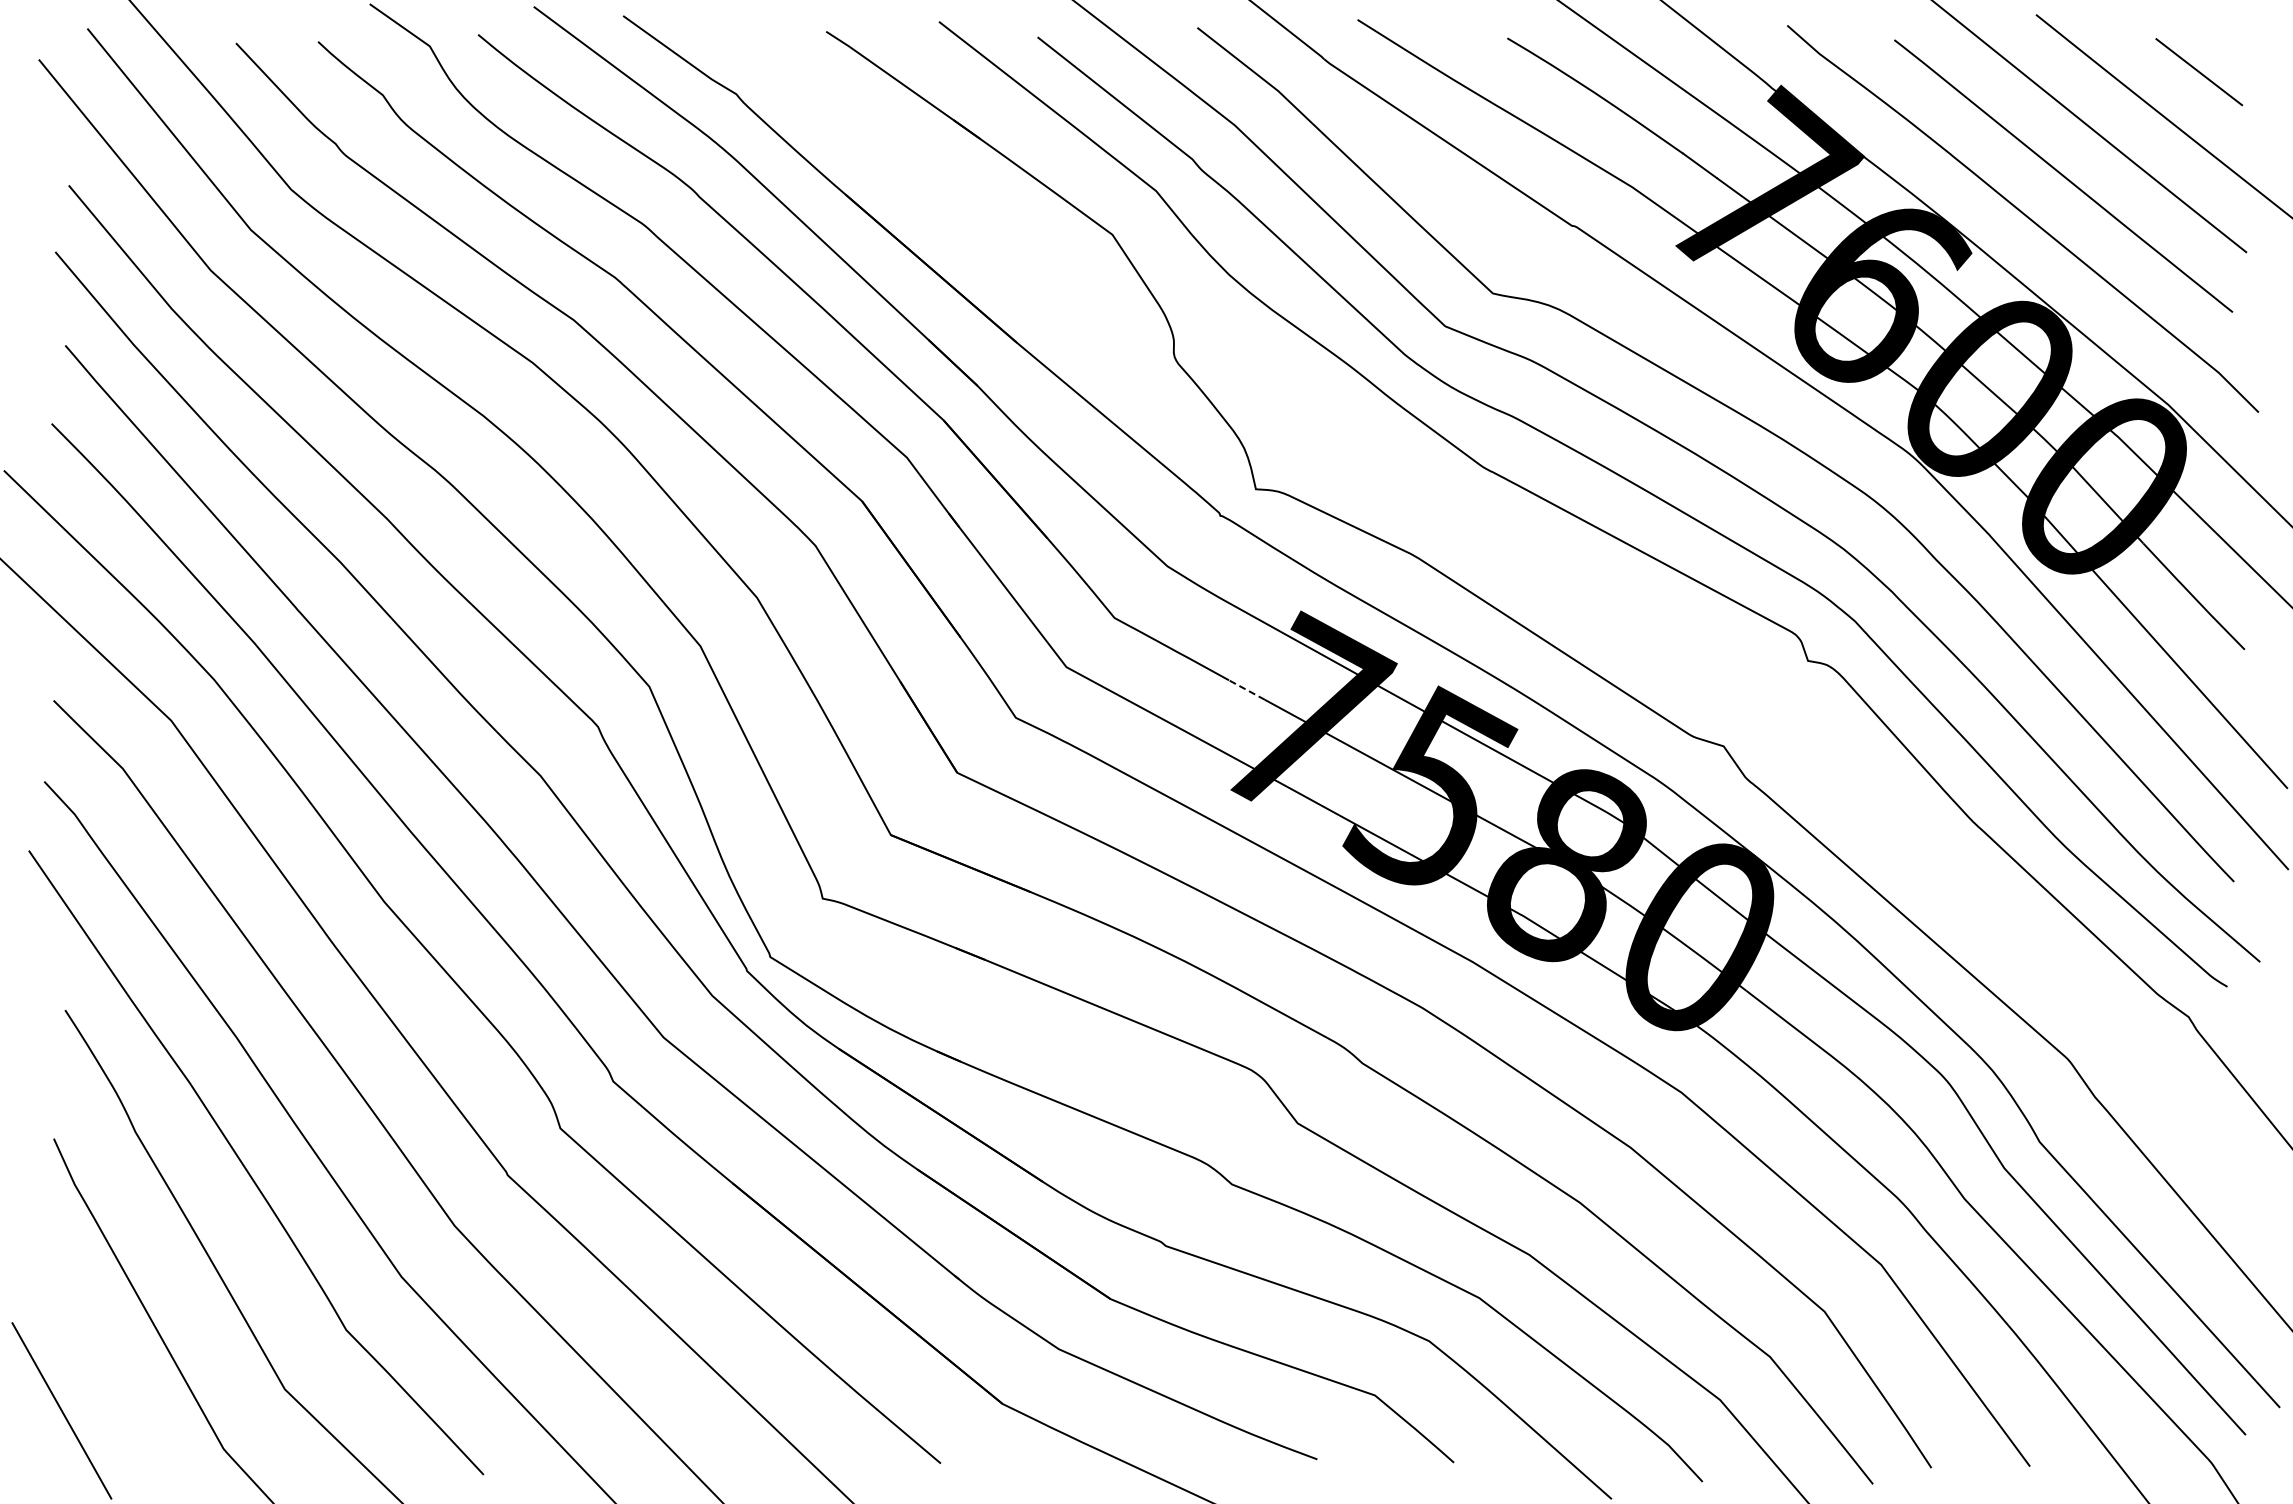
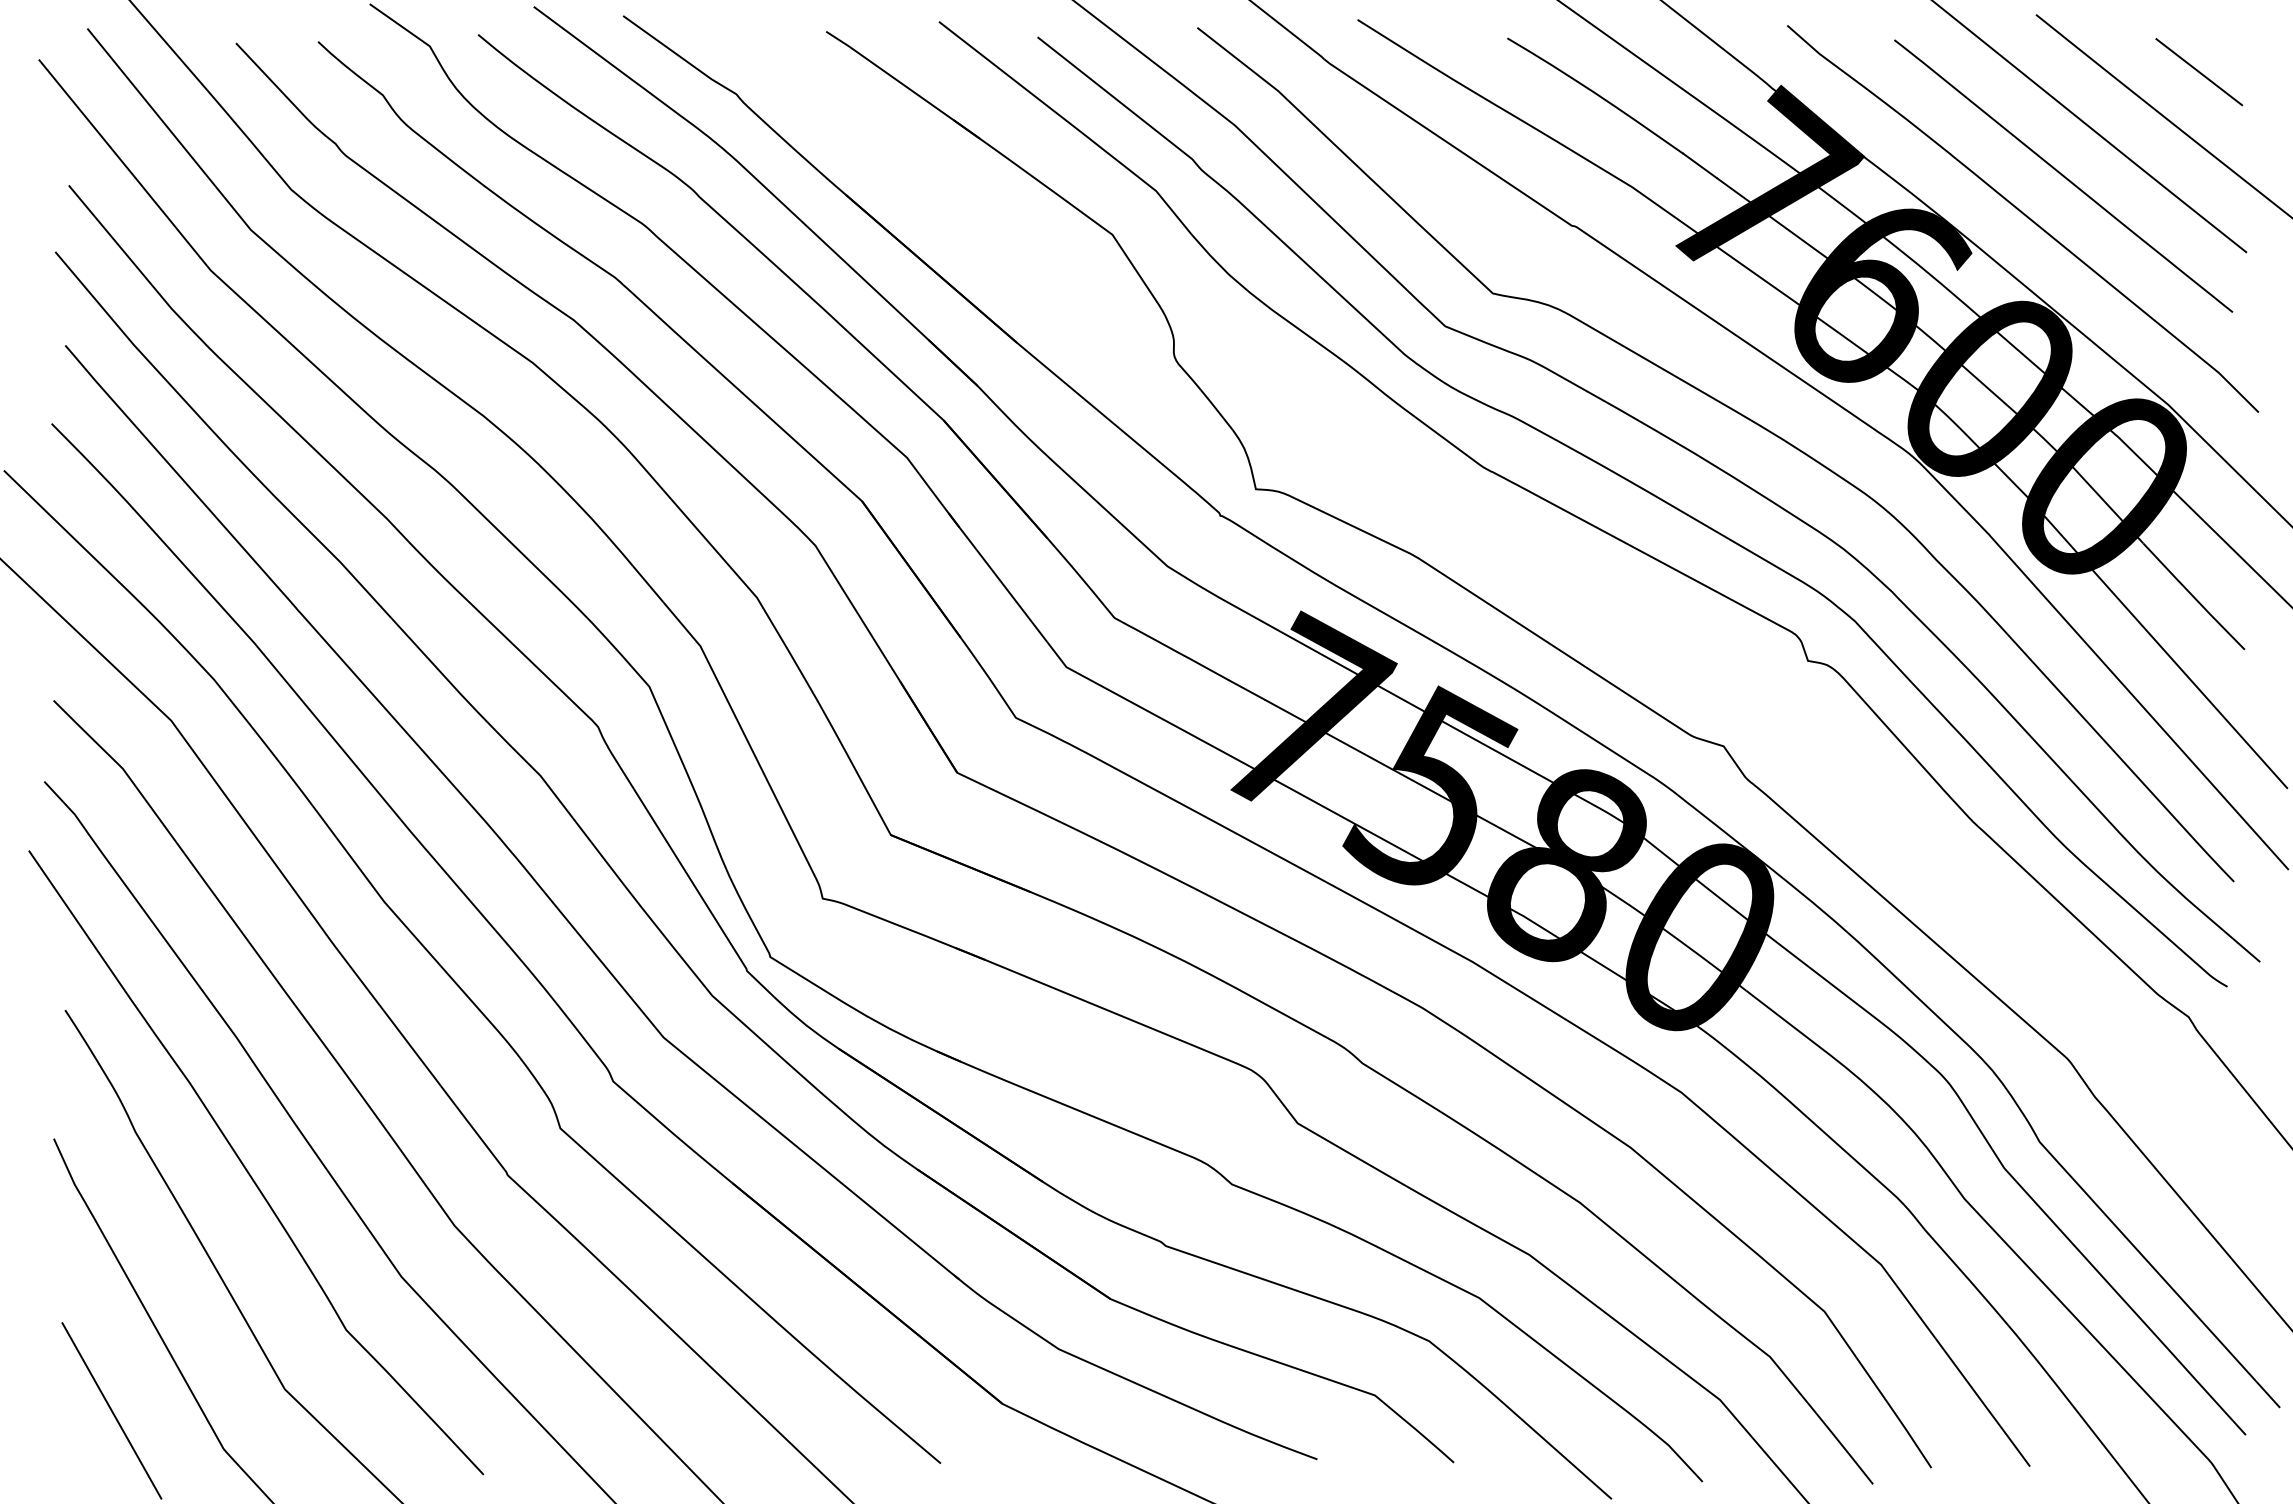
line at (1246, 689): dashed -> solid
line at (61, 1410) position: (61, 1410) -> (111, 1410)
